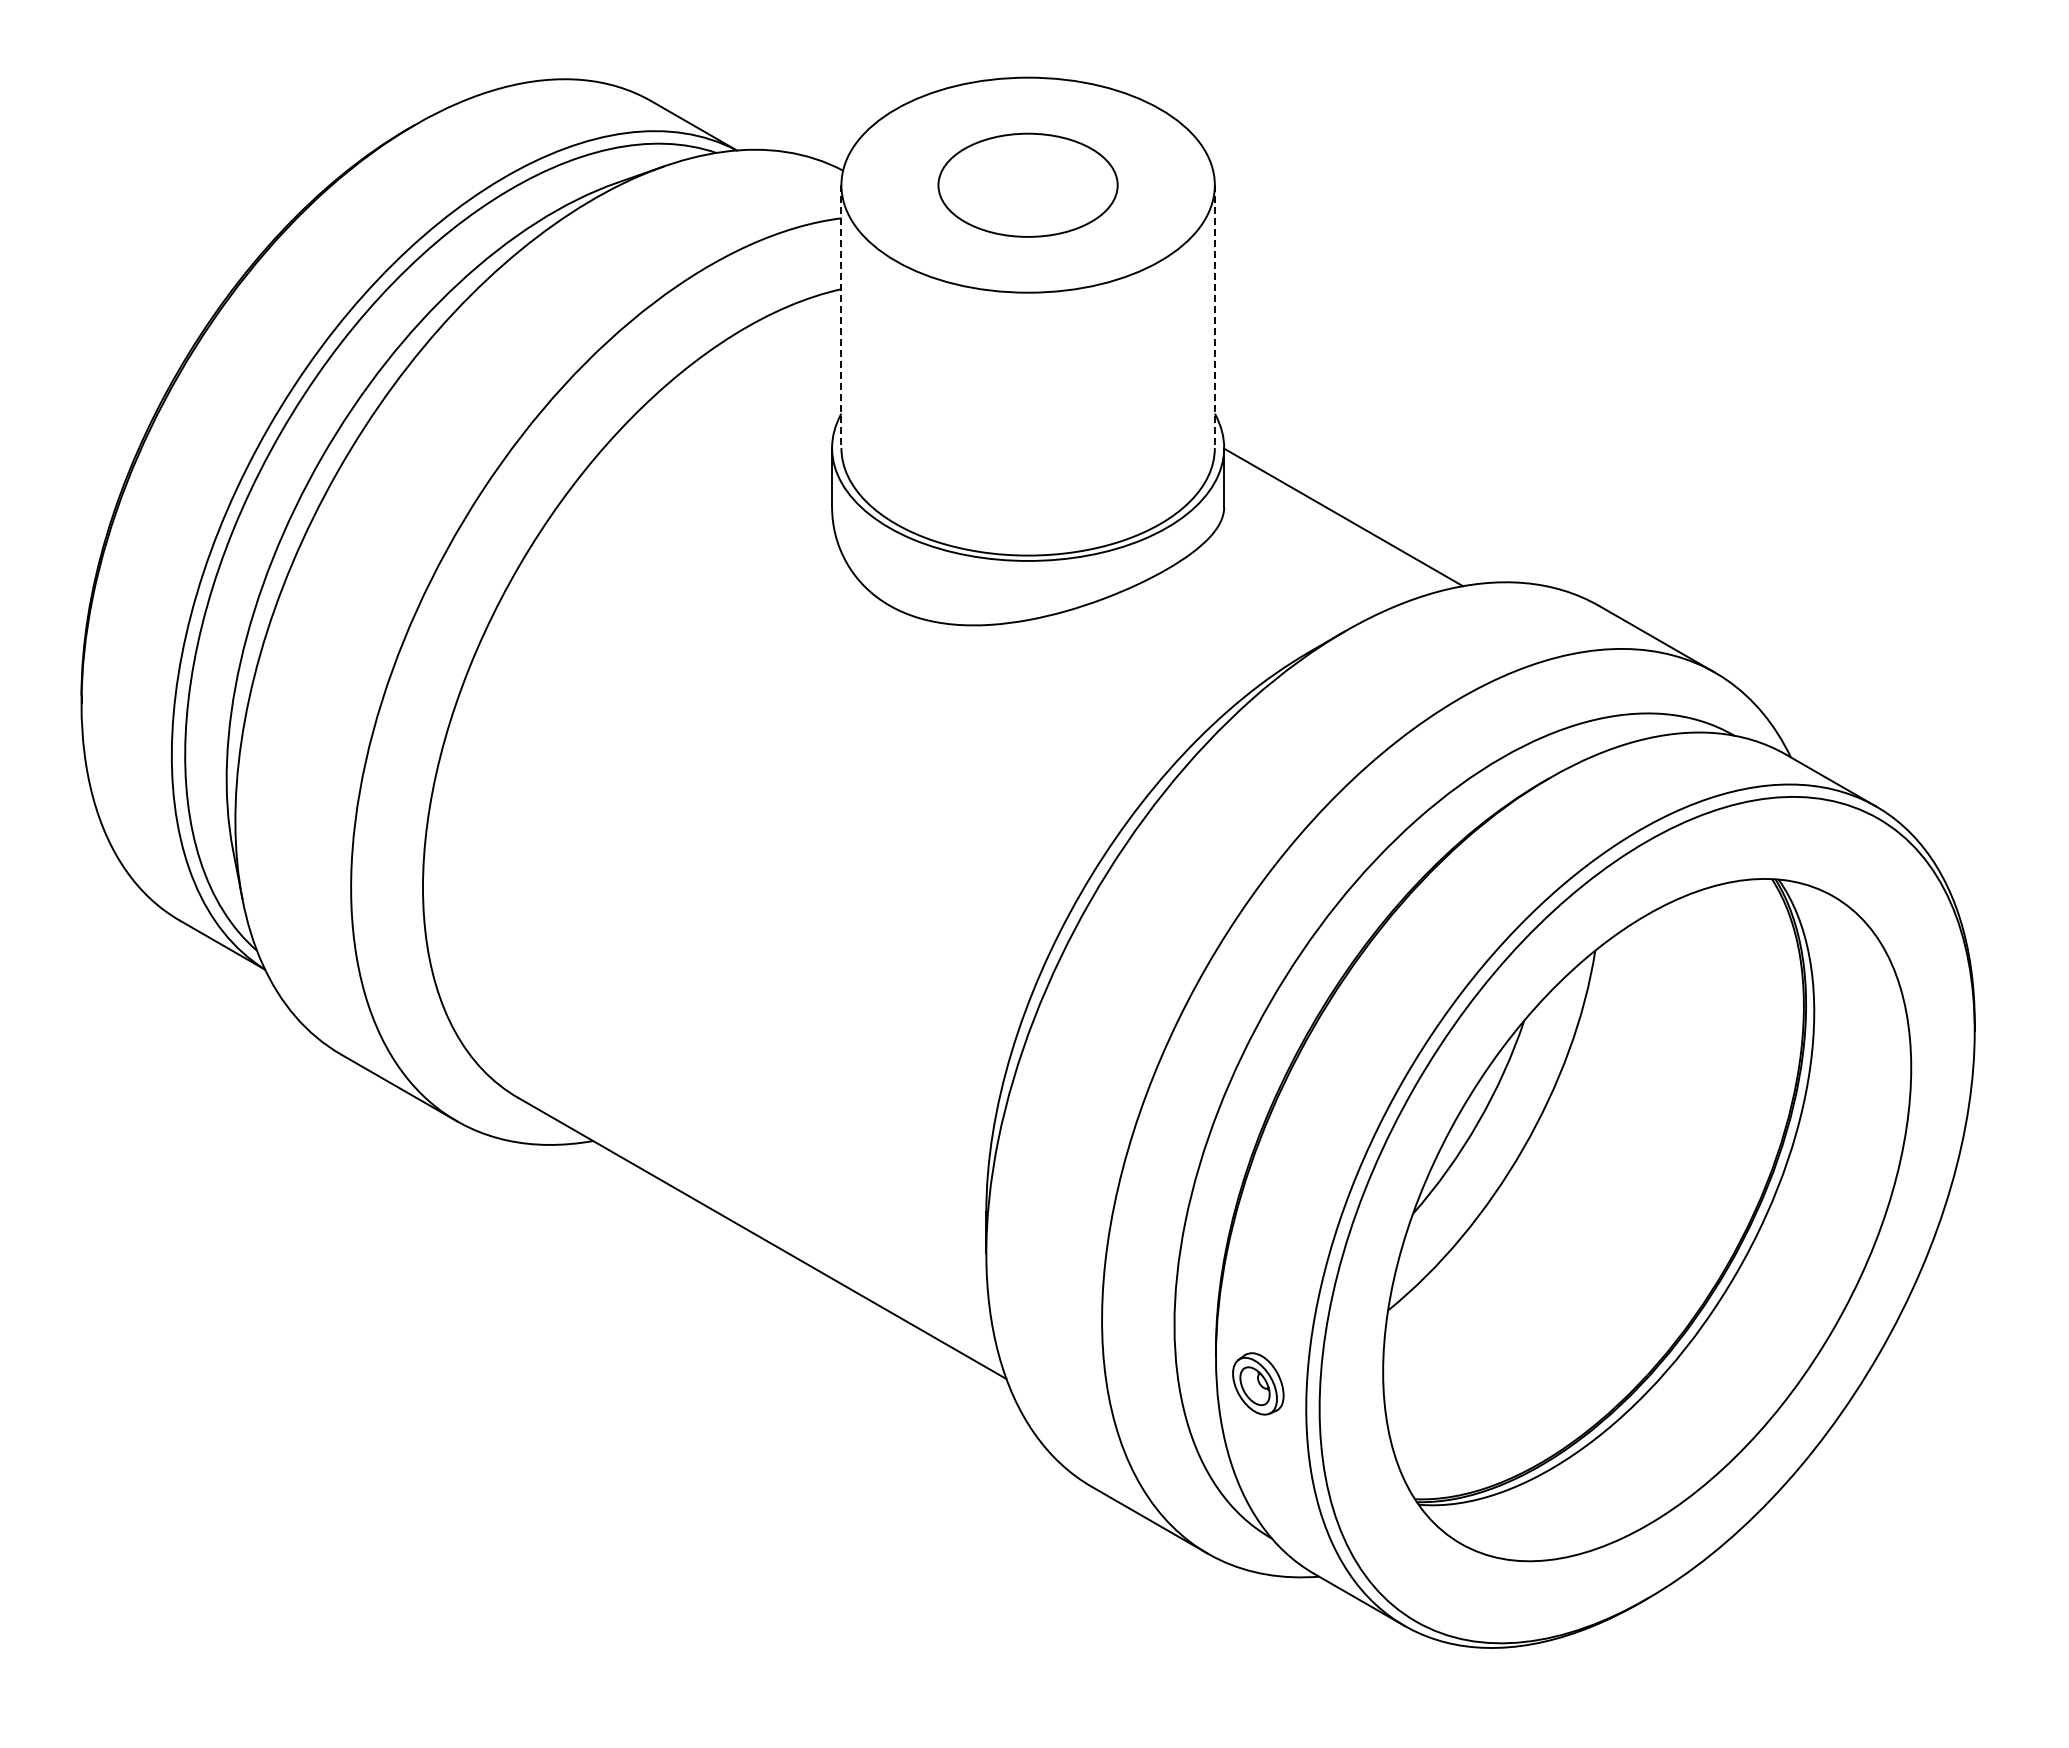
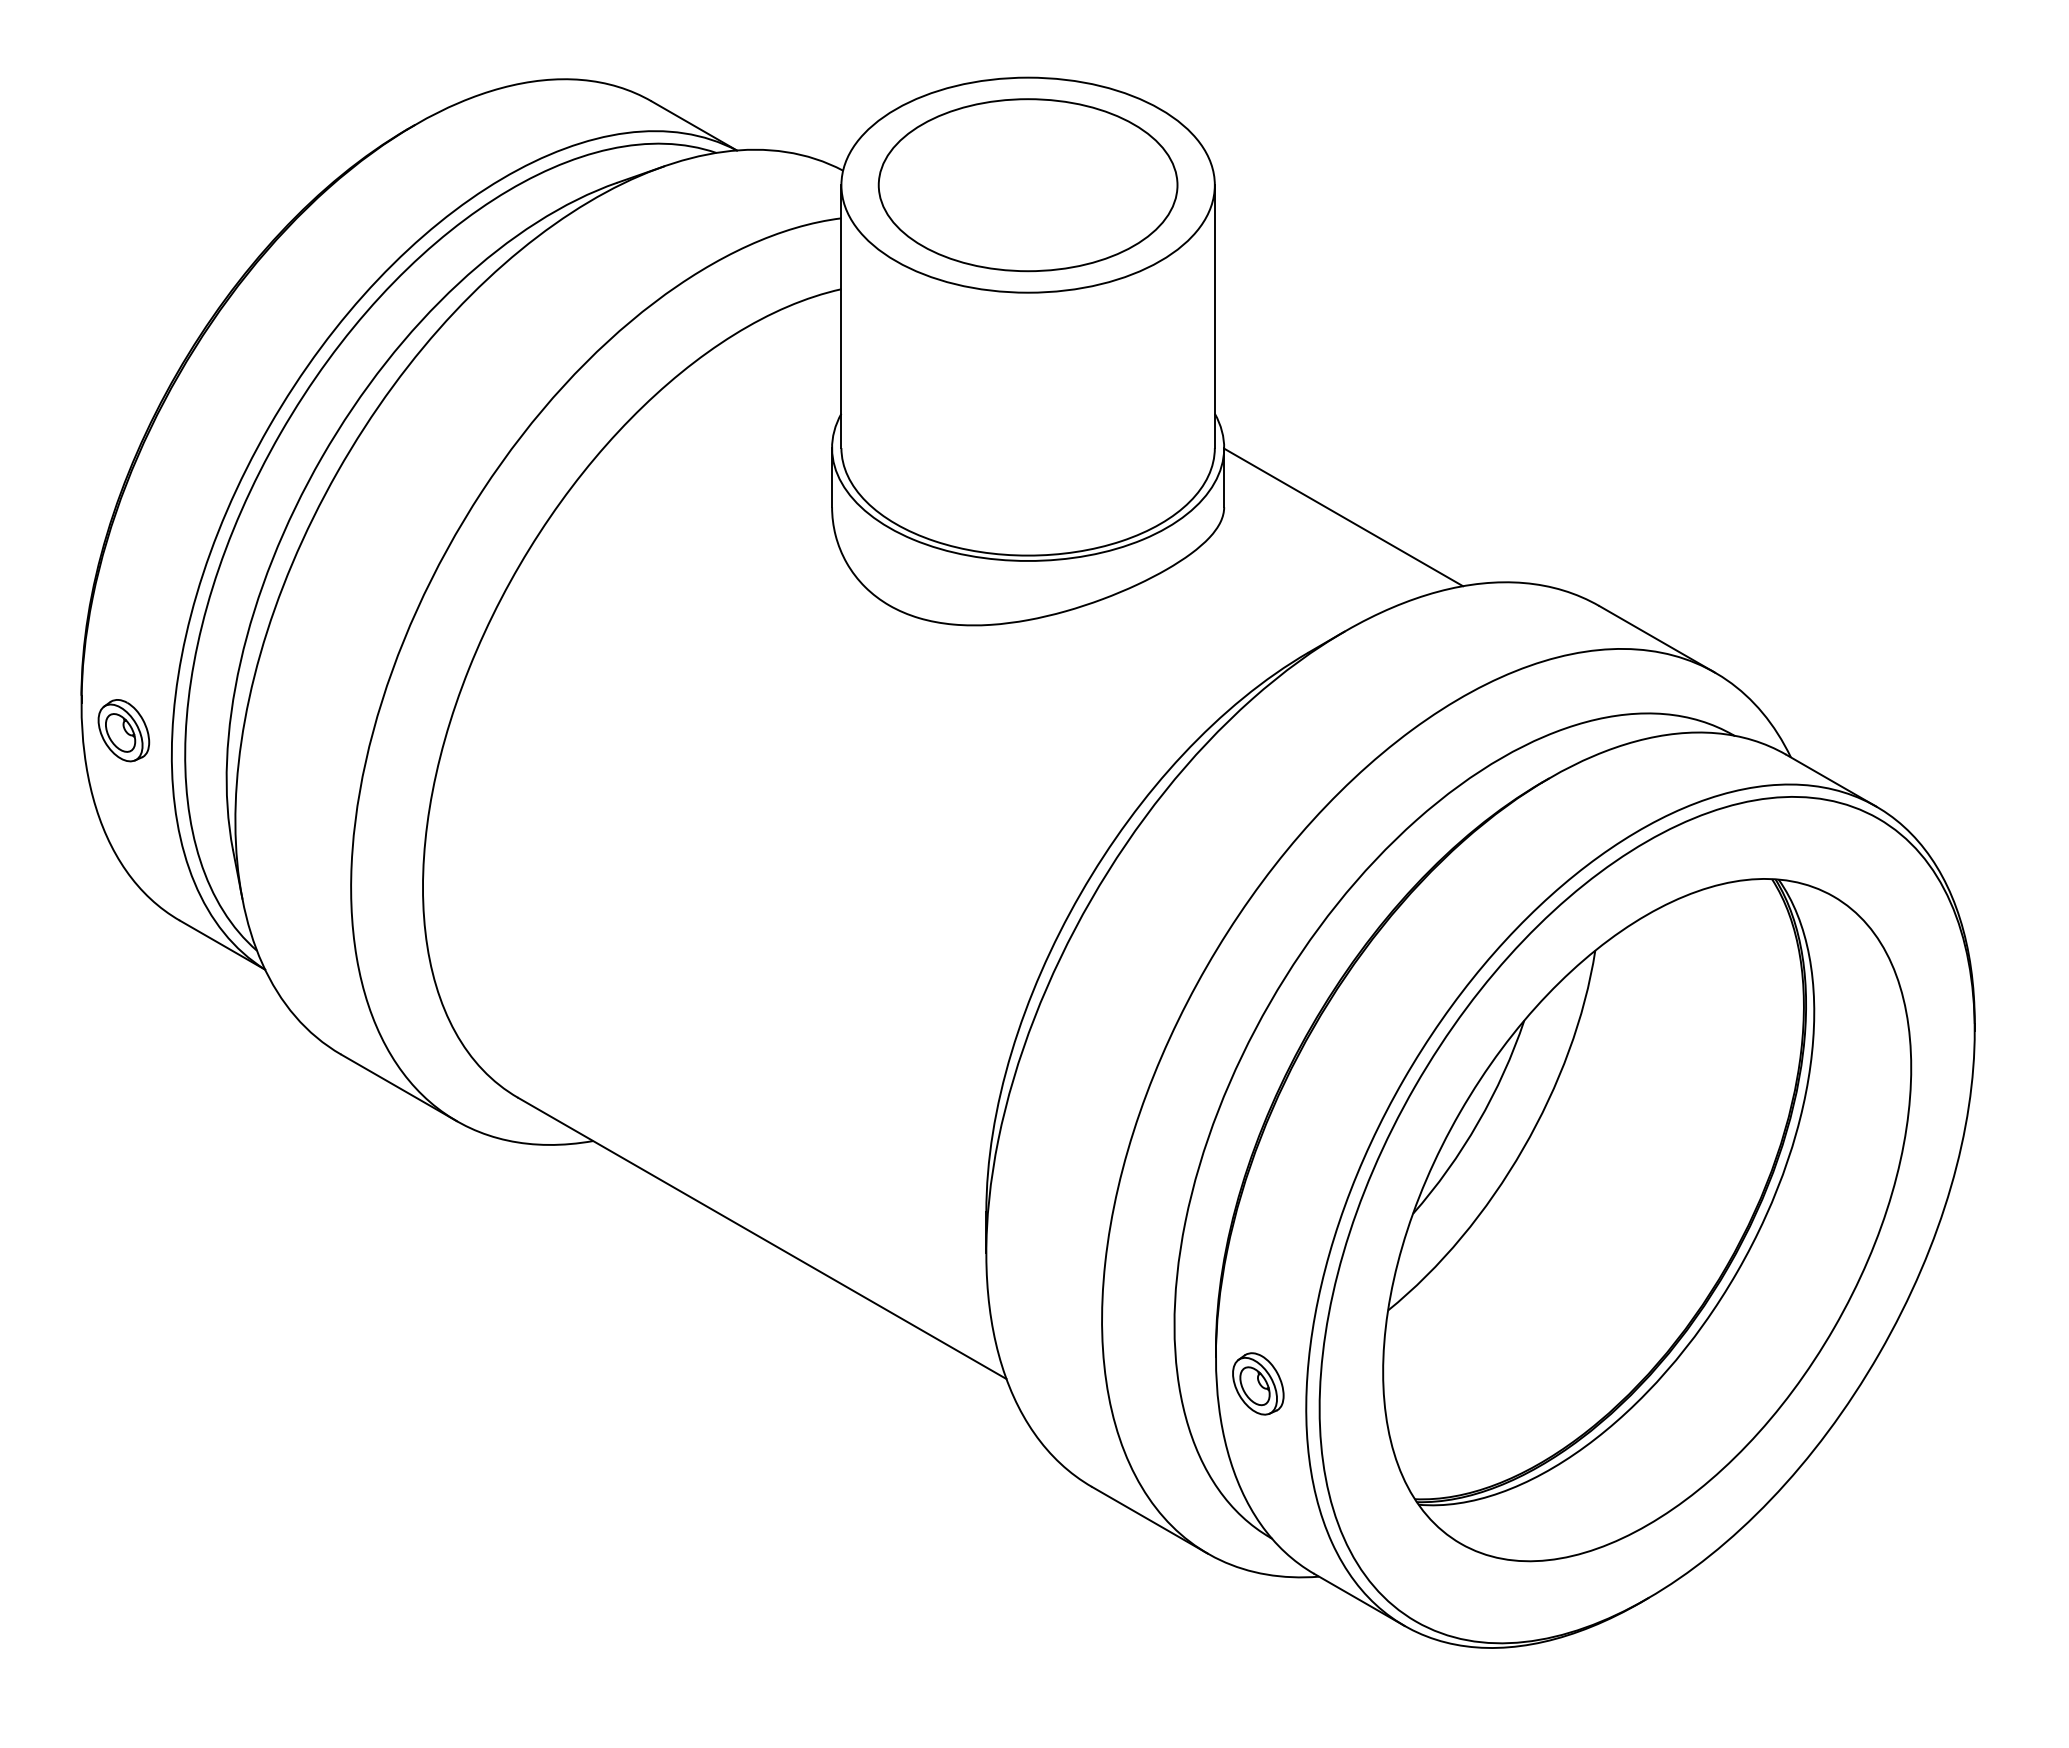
part at (1027, 184) size: 182x106 px -> 302x175 px
line at (841, 317): dashed -> solid
line at (1214, 317): dashed -> solid
part at (123, 730): none -> present
